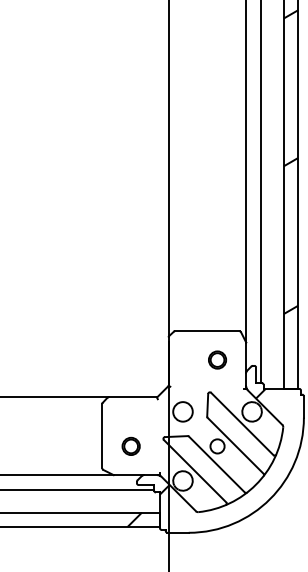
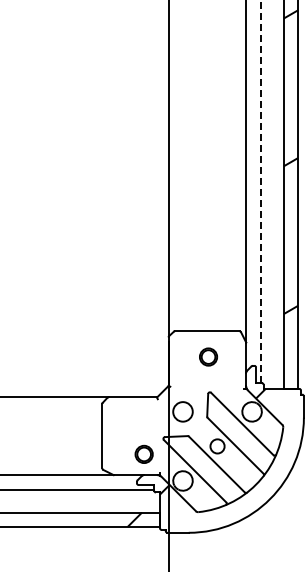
line at (260, 191): solid -> dashed
circle at (217, 359) position: (217, 359) -> (208, 356)
part at (130, 445) position: (130, 445) -> (143, 453)
